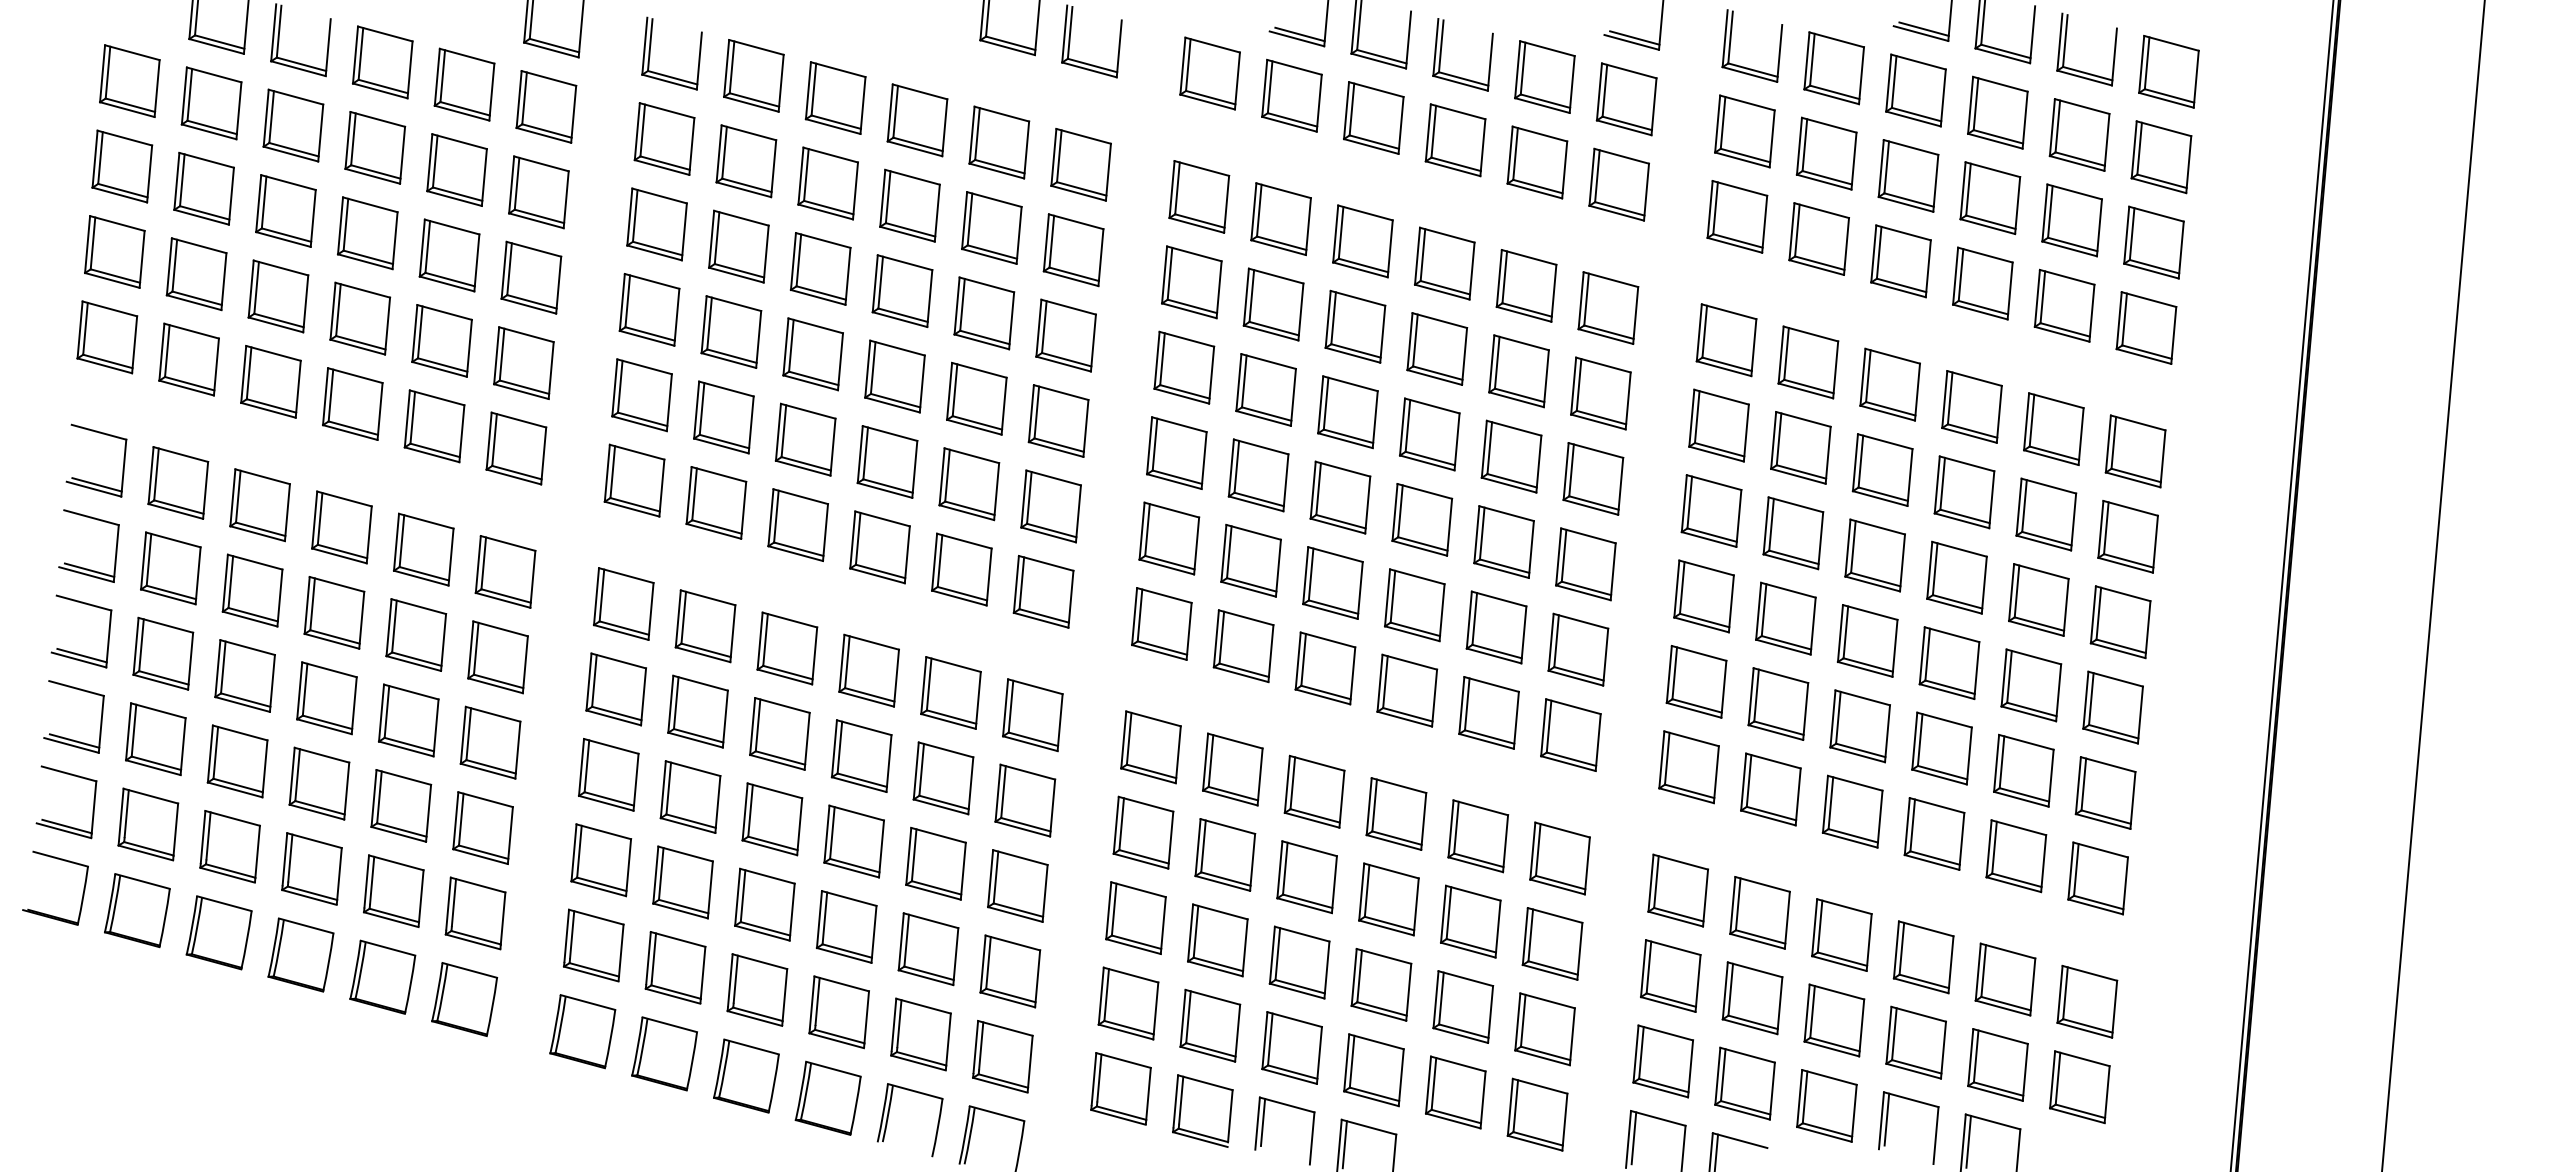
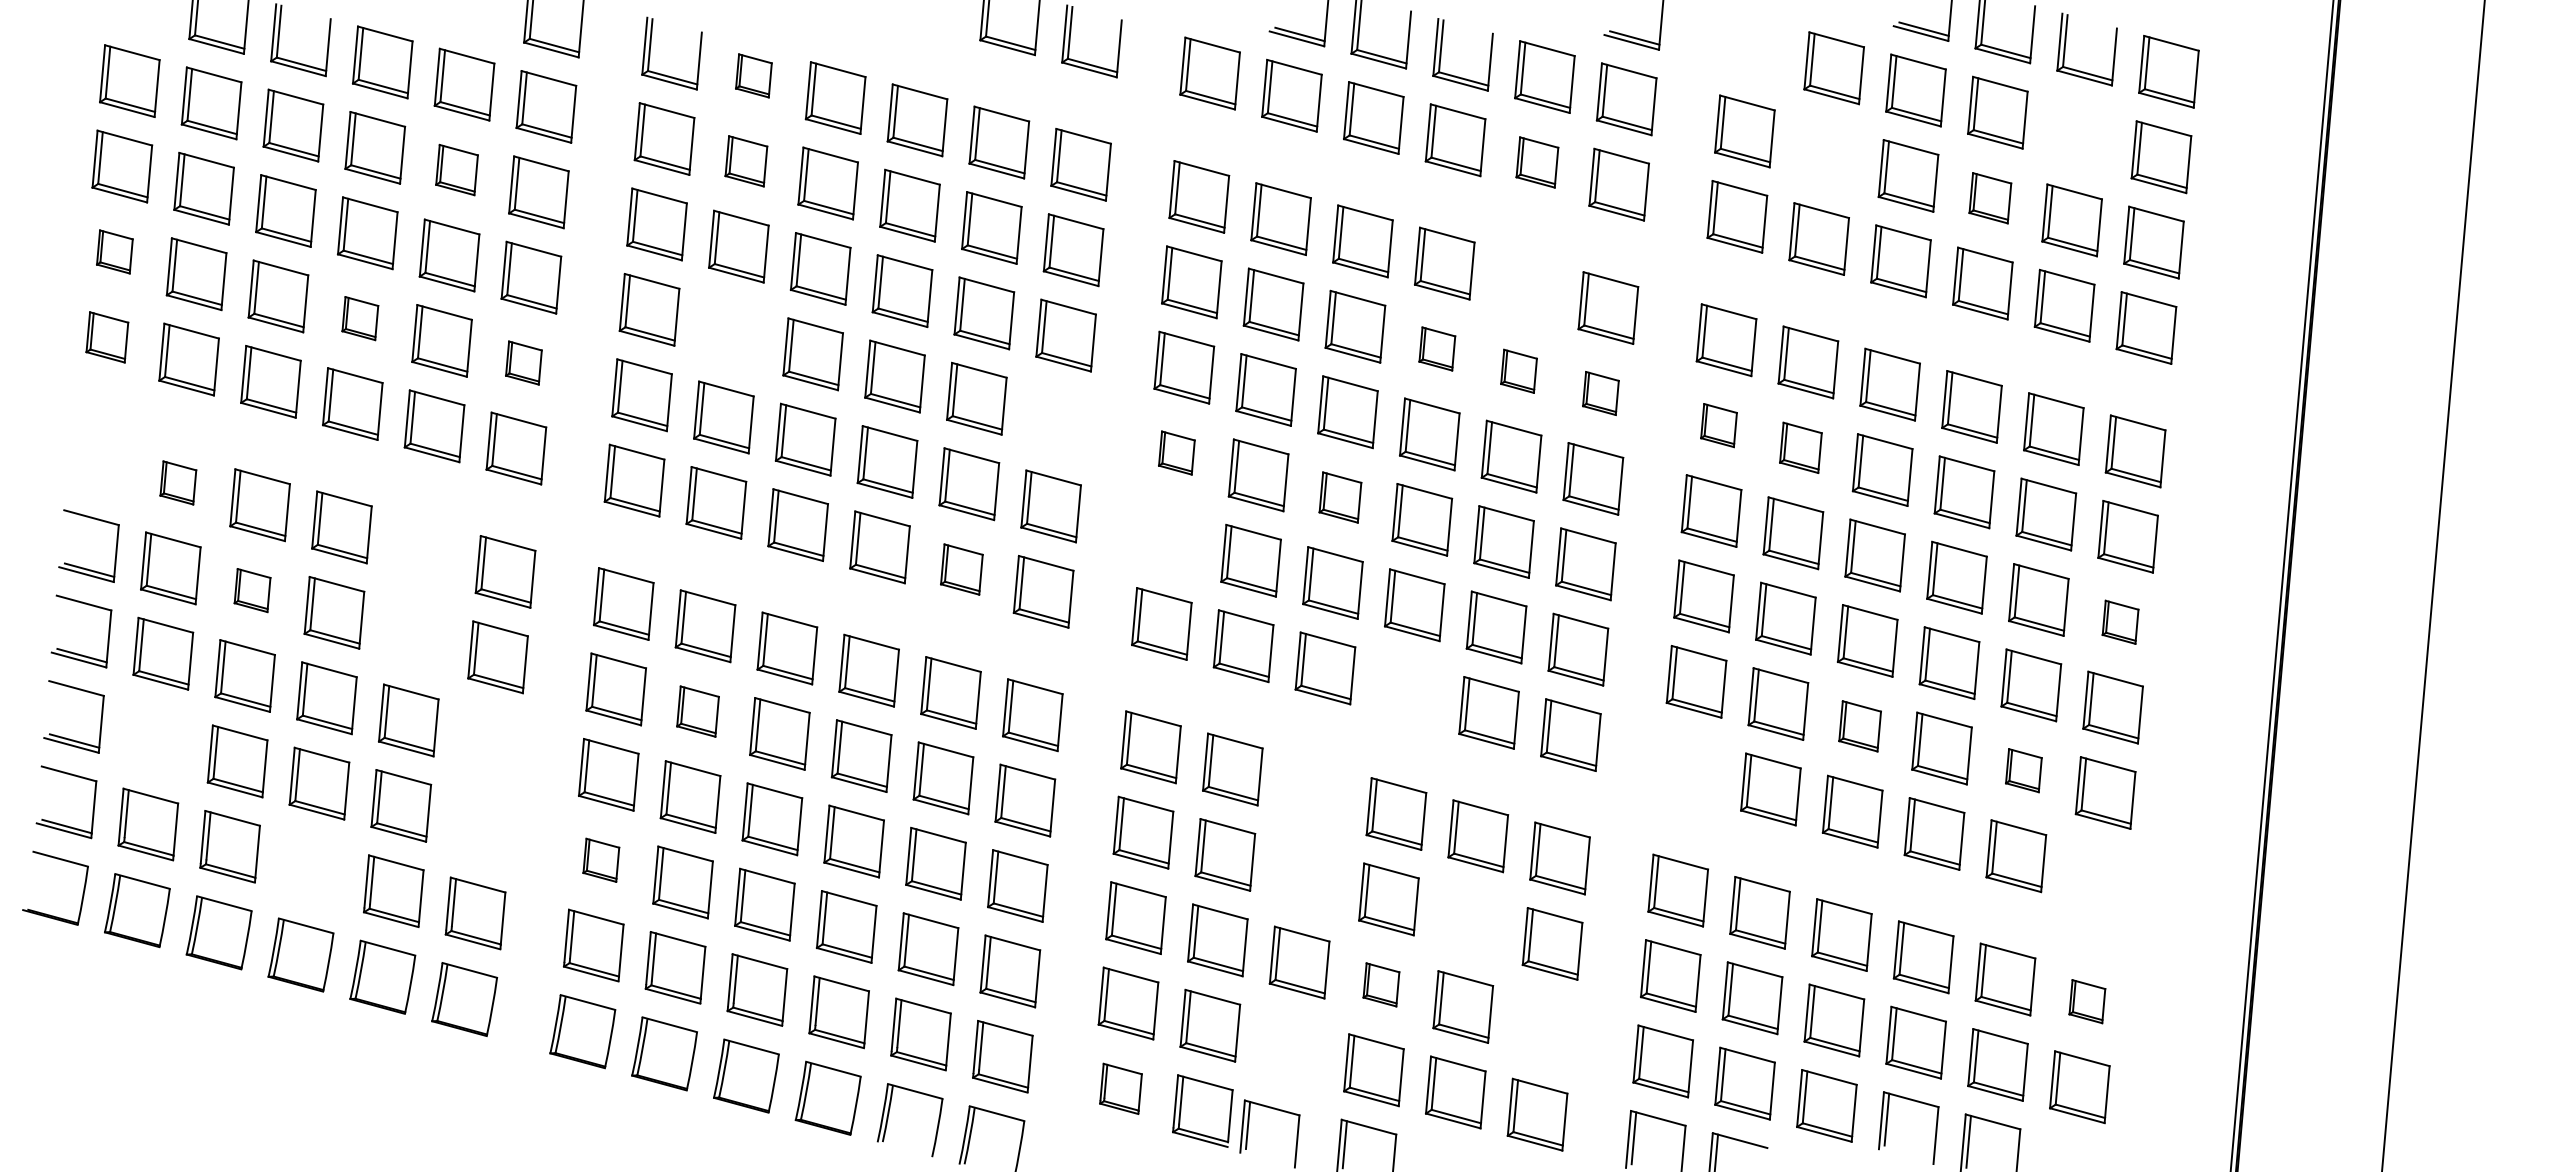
part at (1731, 41): present -> none
part at (753, 75) size: 62x74 px -> 38x46 px
part at (2079, 134): present -> none
part at (1826, 153): present -> none
part at (746, 161) size: 63x75 px -> 45x53 px
part at (1537, 162) size: 63x75 px -> 45x53 px
part at (456, 169) size: 62x74 px -> 44x54 px
part at (1990, 198) size: 63x75 px -> 45x53 px
part at (114, 251) size: 62x74 px -> 38x46 px
part at (1526, 285): present -> none
part at (360, 318) size: 63x75 px -> 39x46 px
part at (731, 331): present -> none
part at (107, 337) size: 63x75 px -> 45x53 px
part at (1437, 348) size: 63x74 px -> 39x46 px
part at (523, 362) size: 62x74 px -> 38x46 px
part at (1518, 371) size: 62x75 px -> 38x46 px
part at (1600, 393) size: 62x75 px -> 38x45 px
part at (1058, 420): present -> none
part at (1718, 425) size: 62x75 px -> 38x46 px
part at (1800, 447) size: 62x74 px -> 44x53 px
part at (1176, 452) size: 62x74 px -> 38x46 px
part at (89, 481): present -> none
part at (178, 482) size: 63x74 px -> 39x46 px
part at (1340, 497) size: 63x75 px -> 45x53 px
part at (1169, 538): present -> none
part at (423, 549): present -> none
part at (961, 569) size: 62x75 px -> 44x53 px
part at (252, 590) size: 63x75 px -> 39x46 px
part at (2120, 622) size: 63x75 px -> 39x46 px
part at (416, 634): present -> none
part at (1407, 690): present -> none
part at (697, 711) size: 62x75 px -> 44x53 px
part at (1859, 726) size: 62x75 px -> 44x53 px
part at (155, 739): present -> none
part at (490, 742): present -> none
part at (1688, 767): present -> none
part at (2023, 770) size: 62x75 px -> 38x46 px
part at (1314, 791): present -> none
part at (482, 827): present -> none
part at (601, 860) size: 63x75 px -> 39x46 px
part at (311, 868): present -> none
part at (1306, 877): present -> none
part at (2097, 878): present -> none
part at (1470, 921): present -> none
part at (1381, 984) size: 63x74 px -> 39x46 px
part at (2087, 1001) size: 63x75 px -> 39x46 px
part at (1544, 1029): present -> none
part at (1291, 1047): present -> none
part at (1120, 1088) size: 62x74 px -> 44x53 px
part at (1263, 1130) position: (1263, 1130) -> (1248, 1133)
